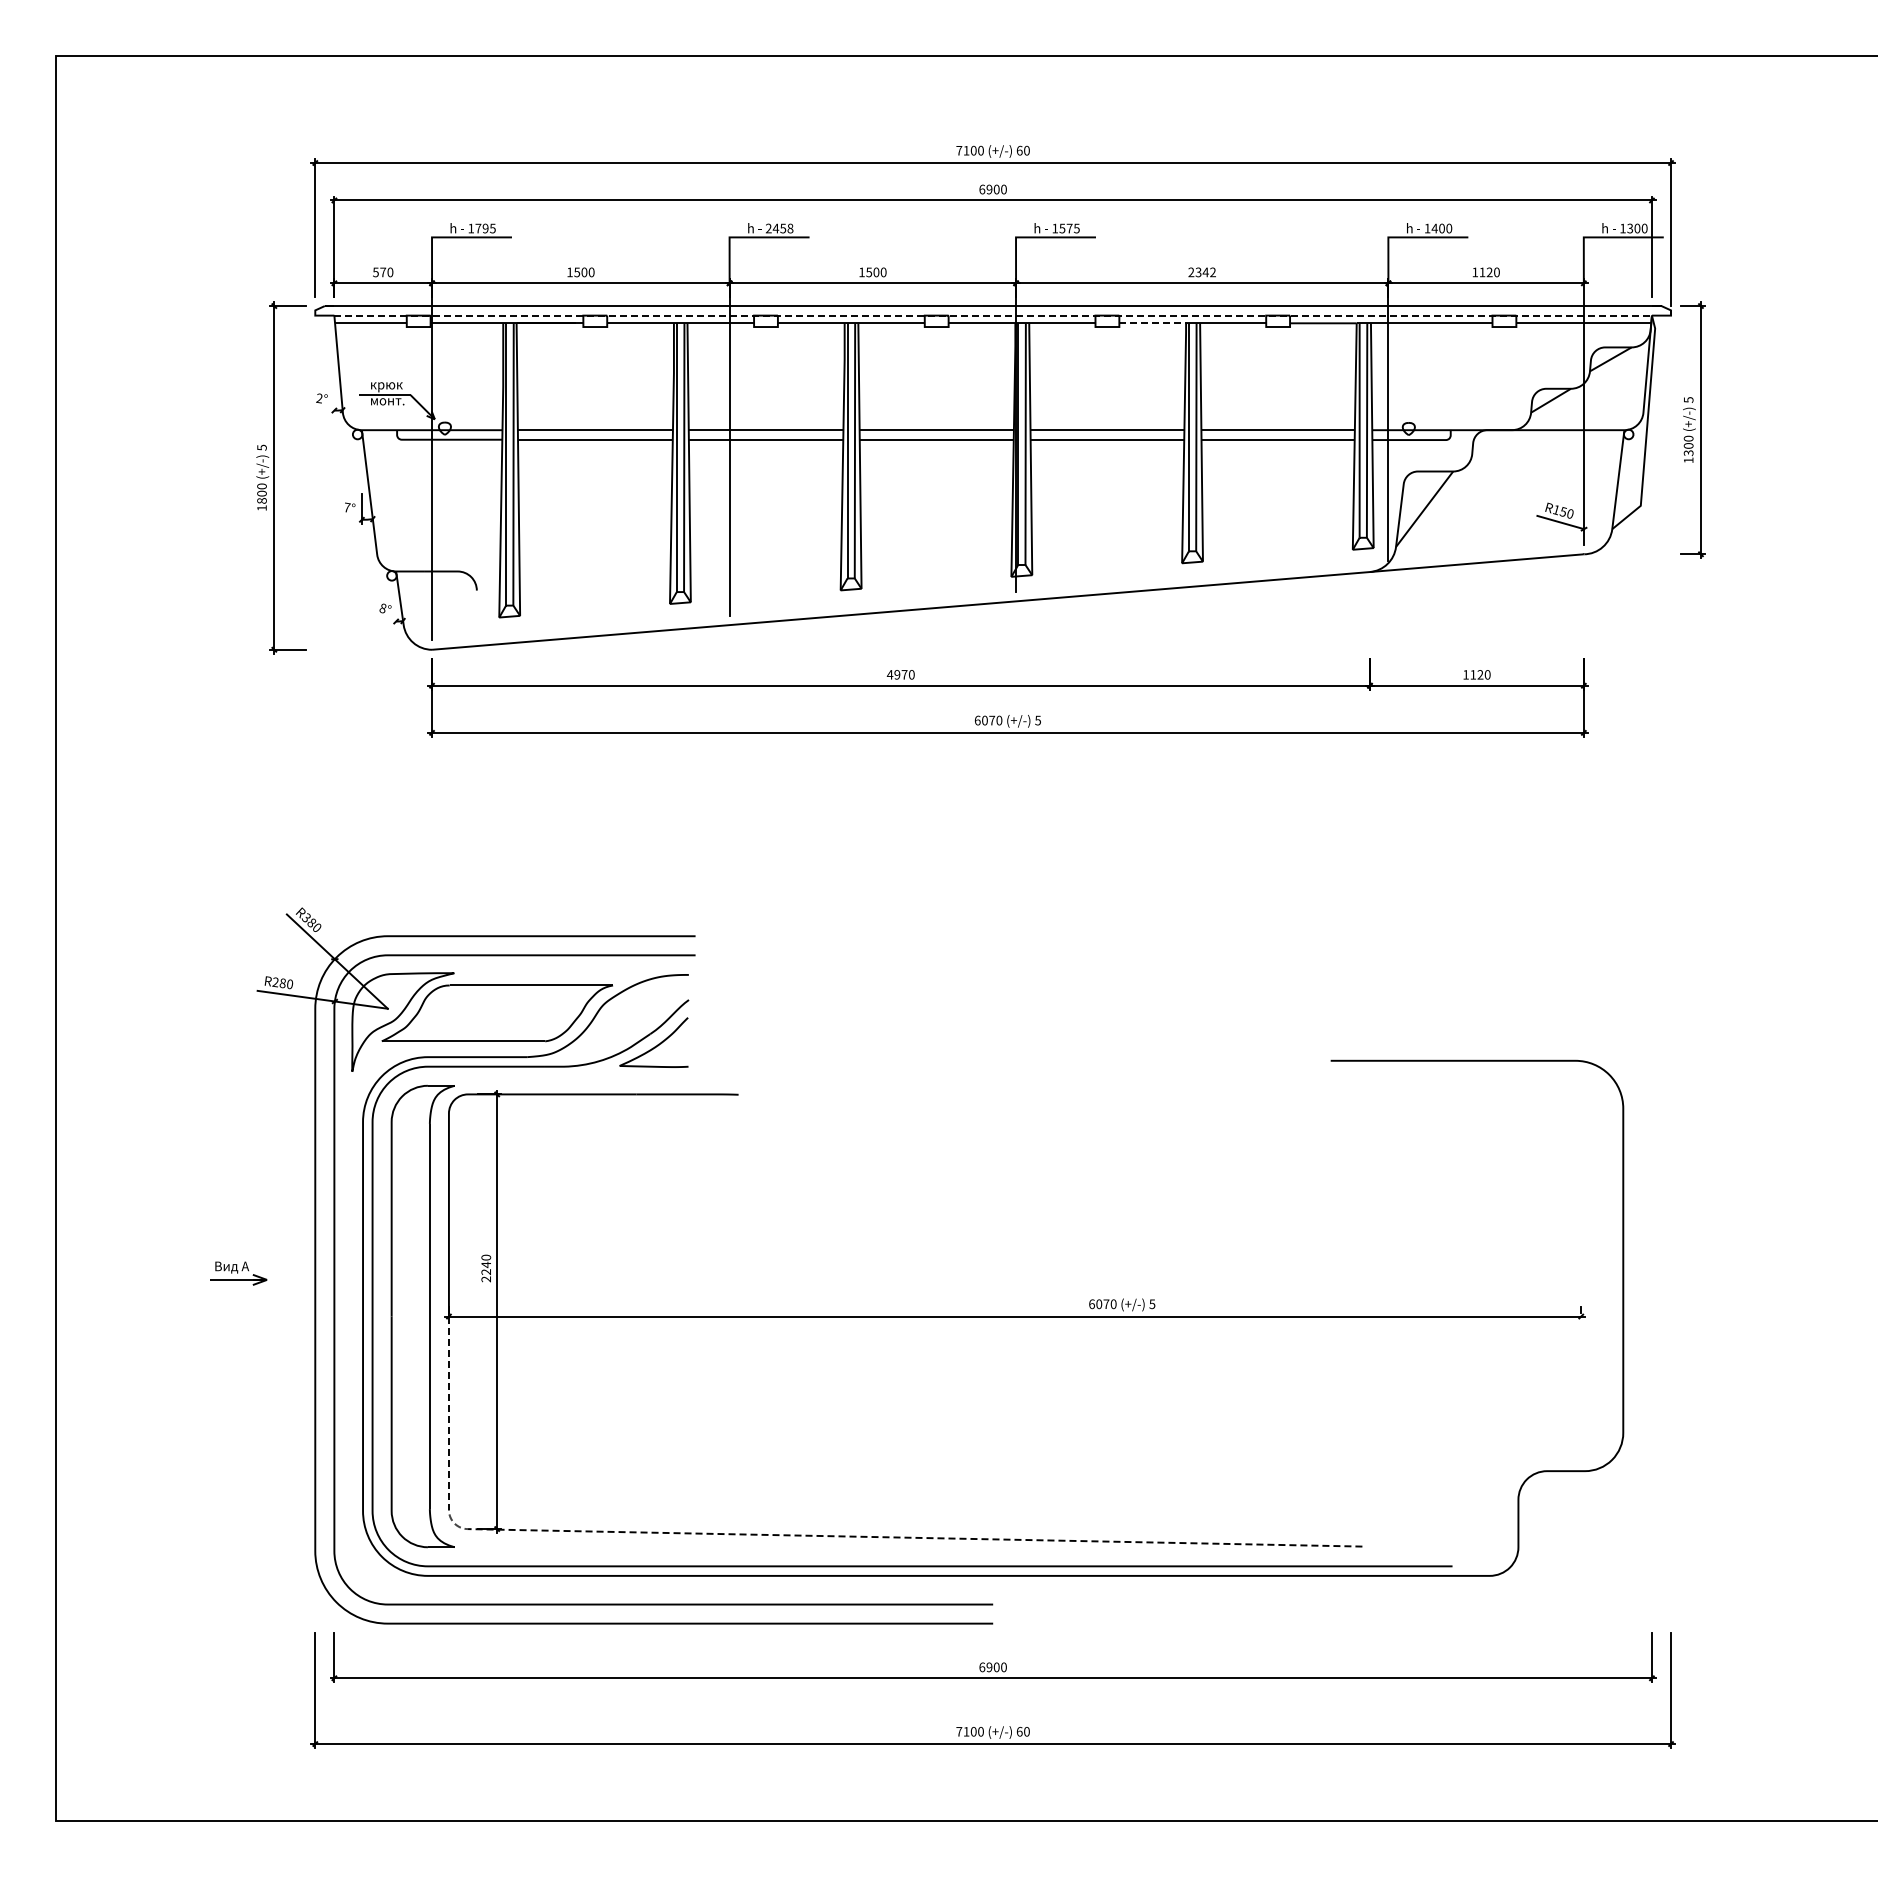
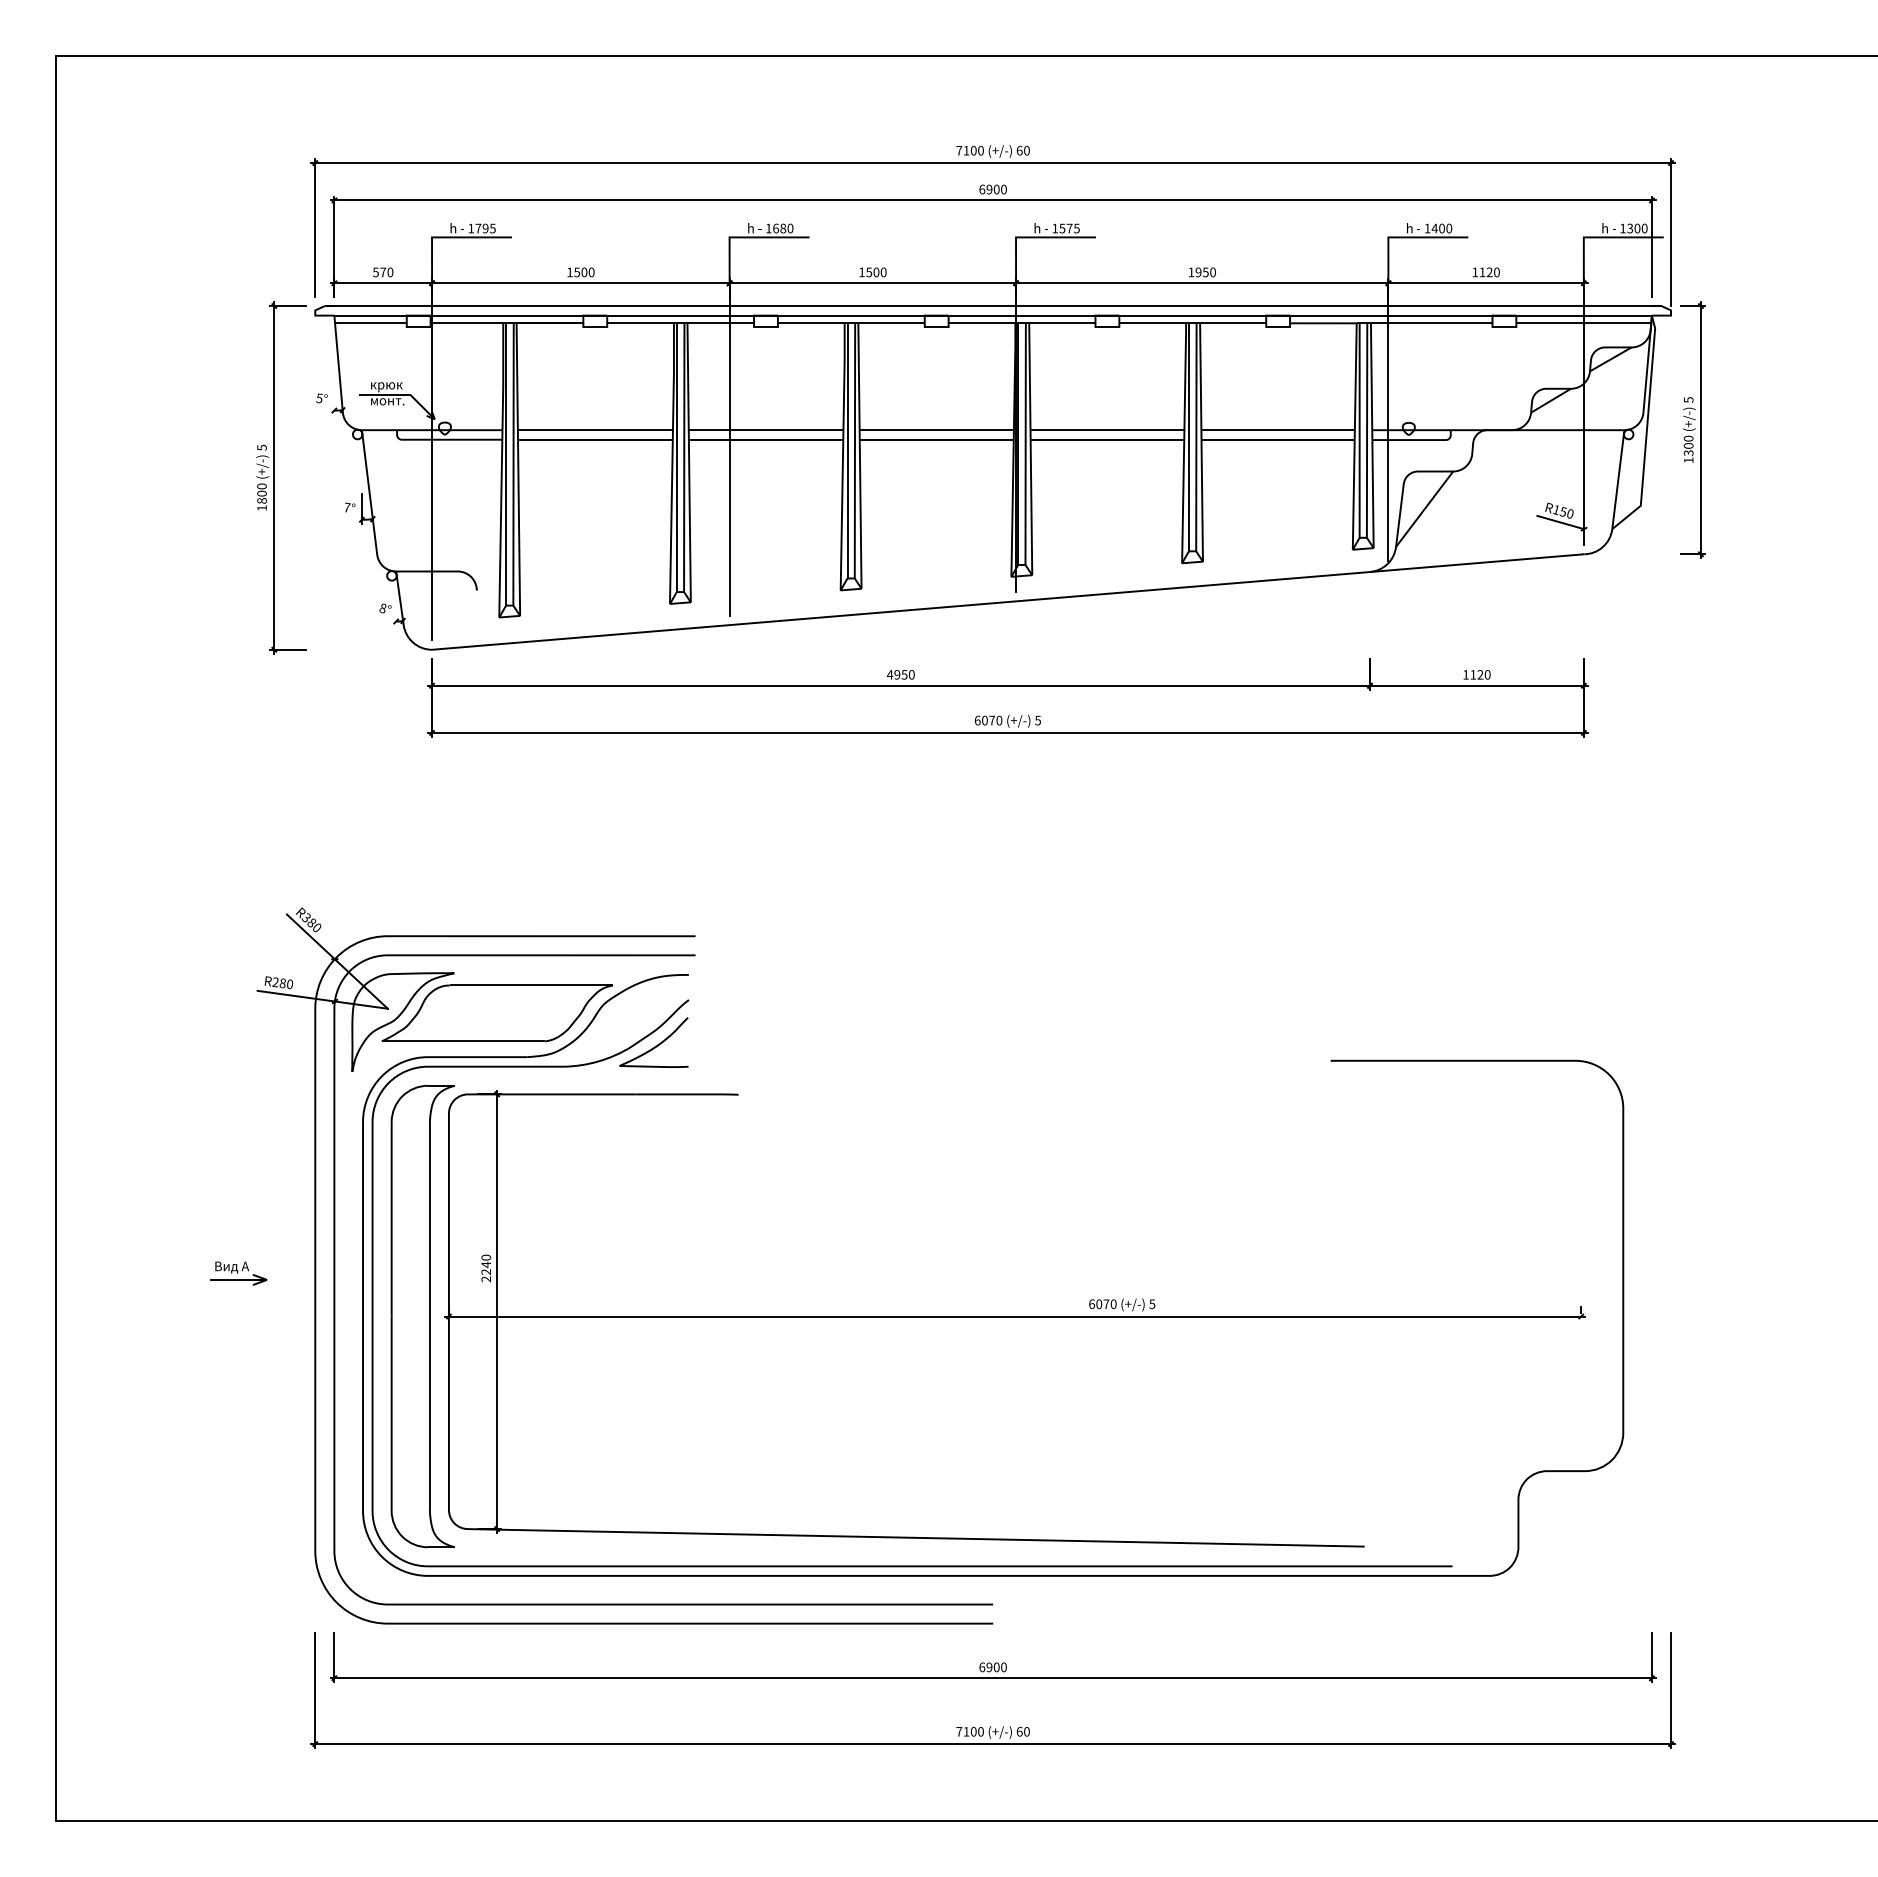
text at (779, 228): 2458 -> 1680
text at (1201, 272): 2342 -> 1950
line at (993, 315): dashed -> solid
line at (1153, 323): dashed -> solid
text at (319, 398): 2° -> 5°
text at (904, 674): 4970 -> 4950
line at (798, 1535): dashed -> solid
